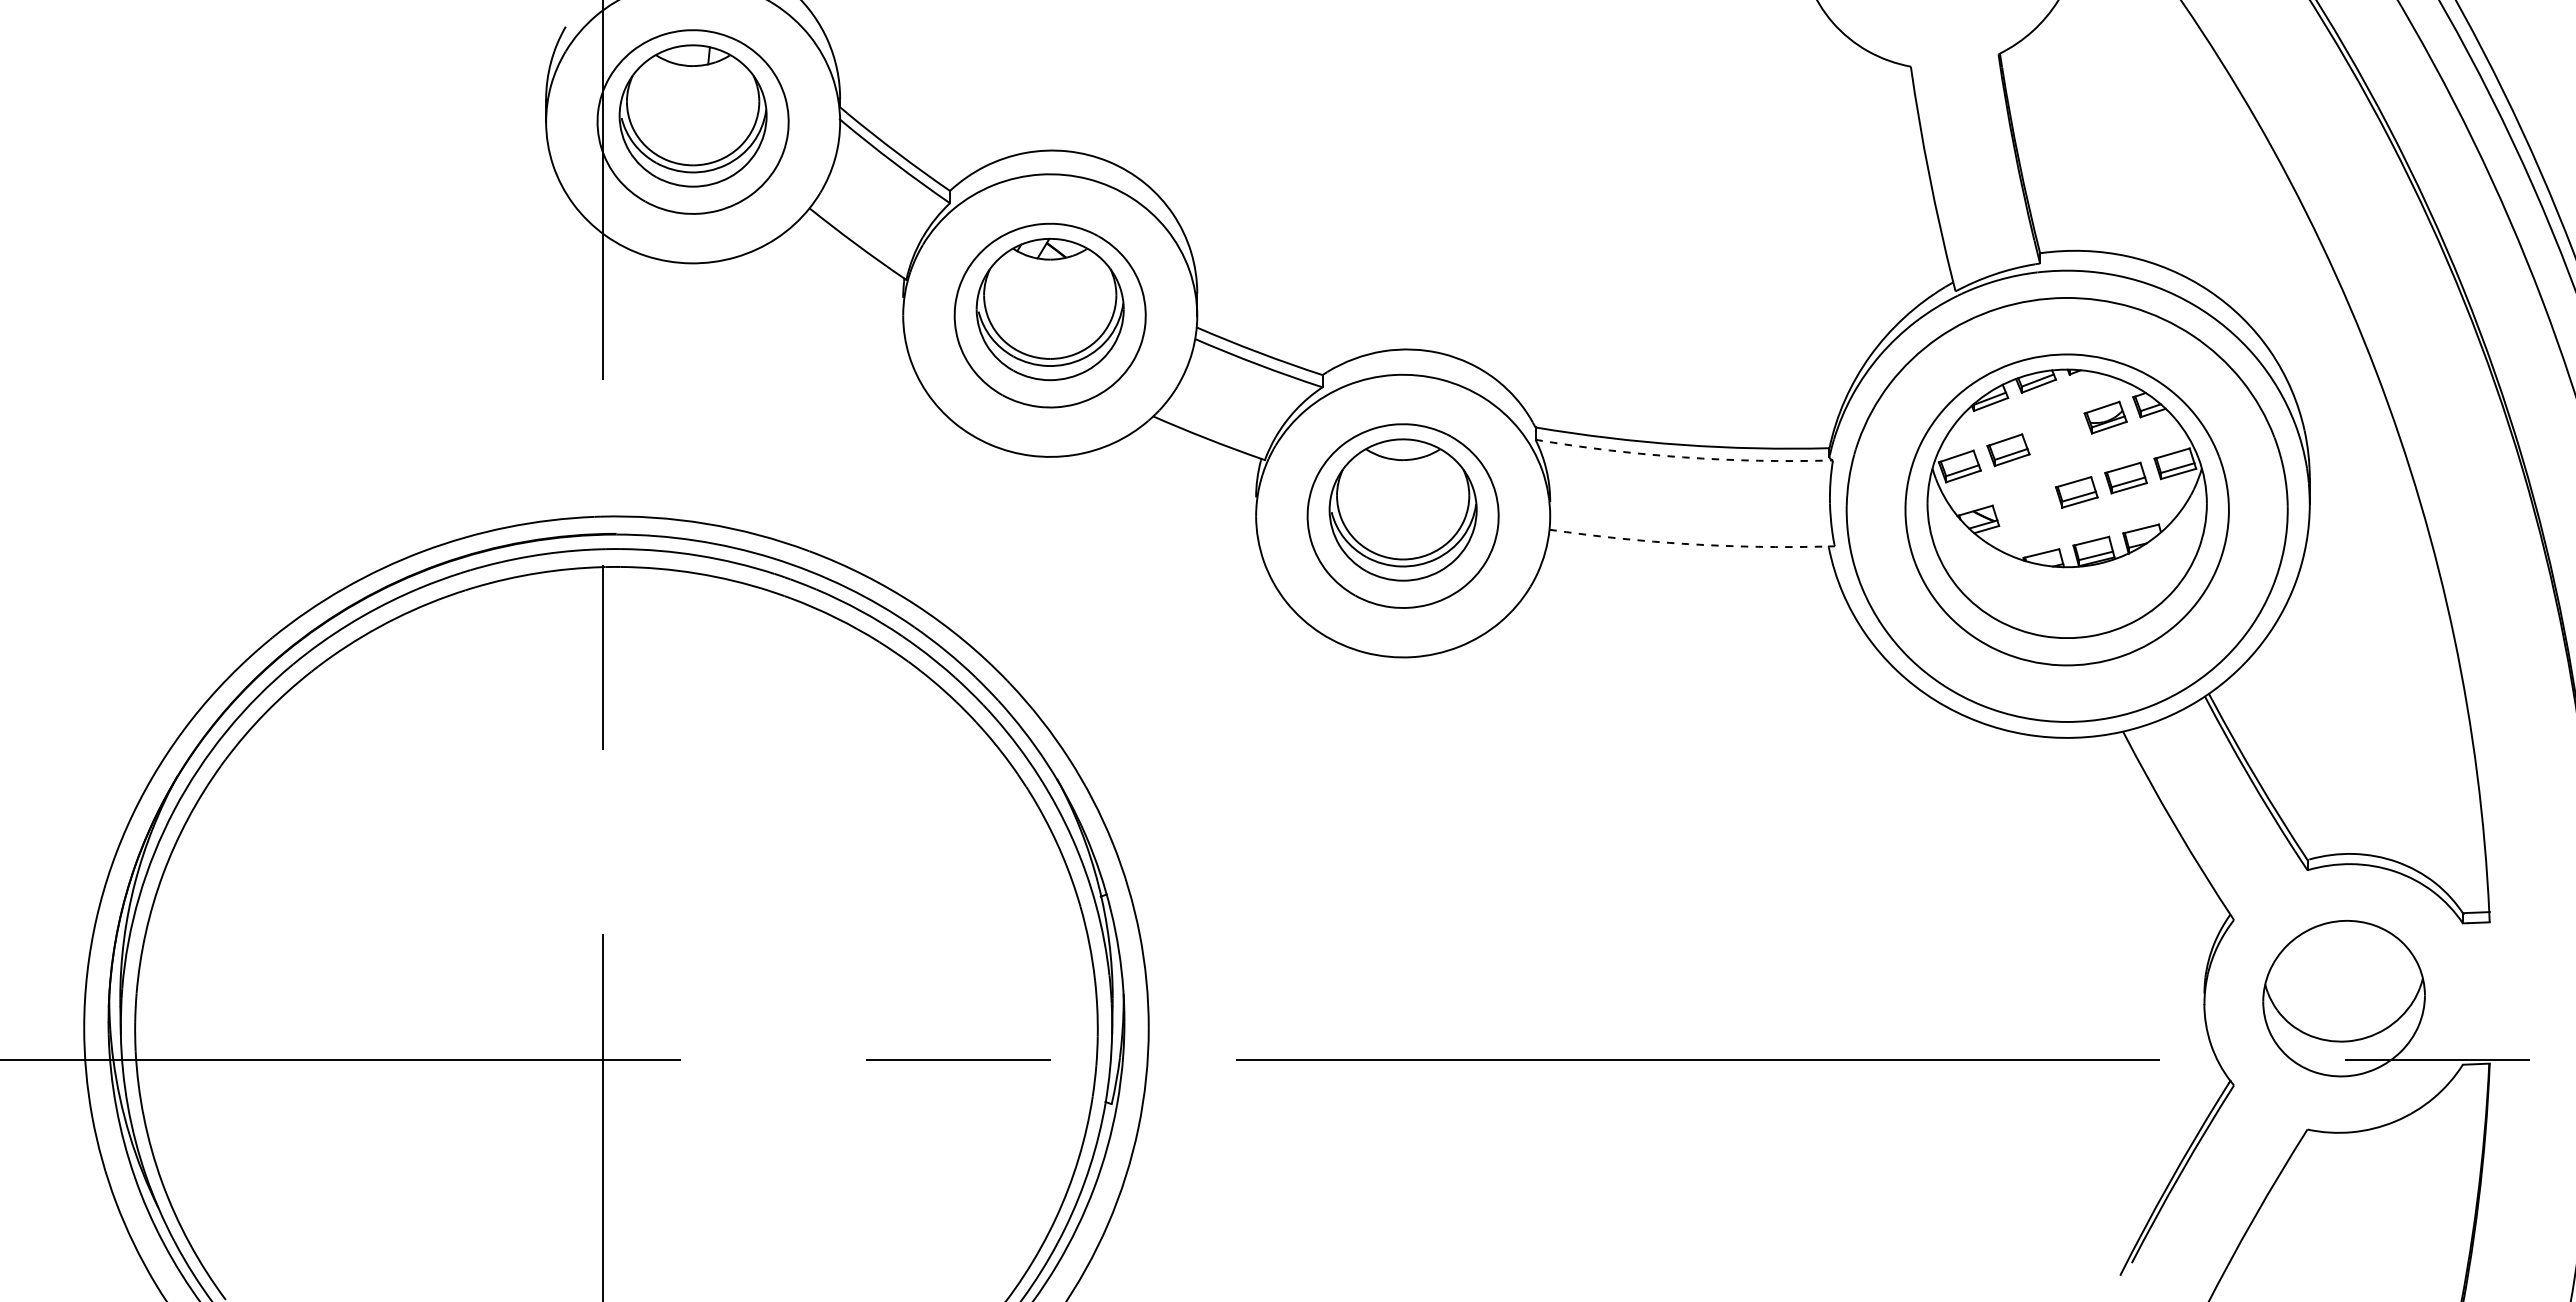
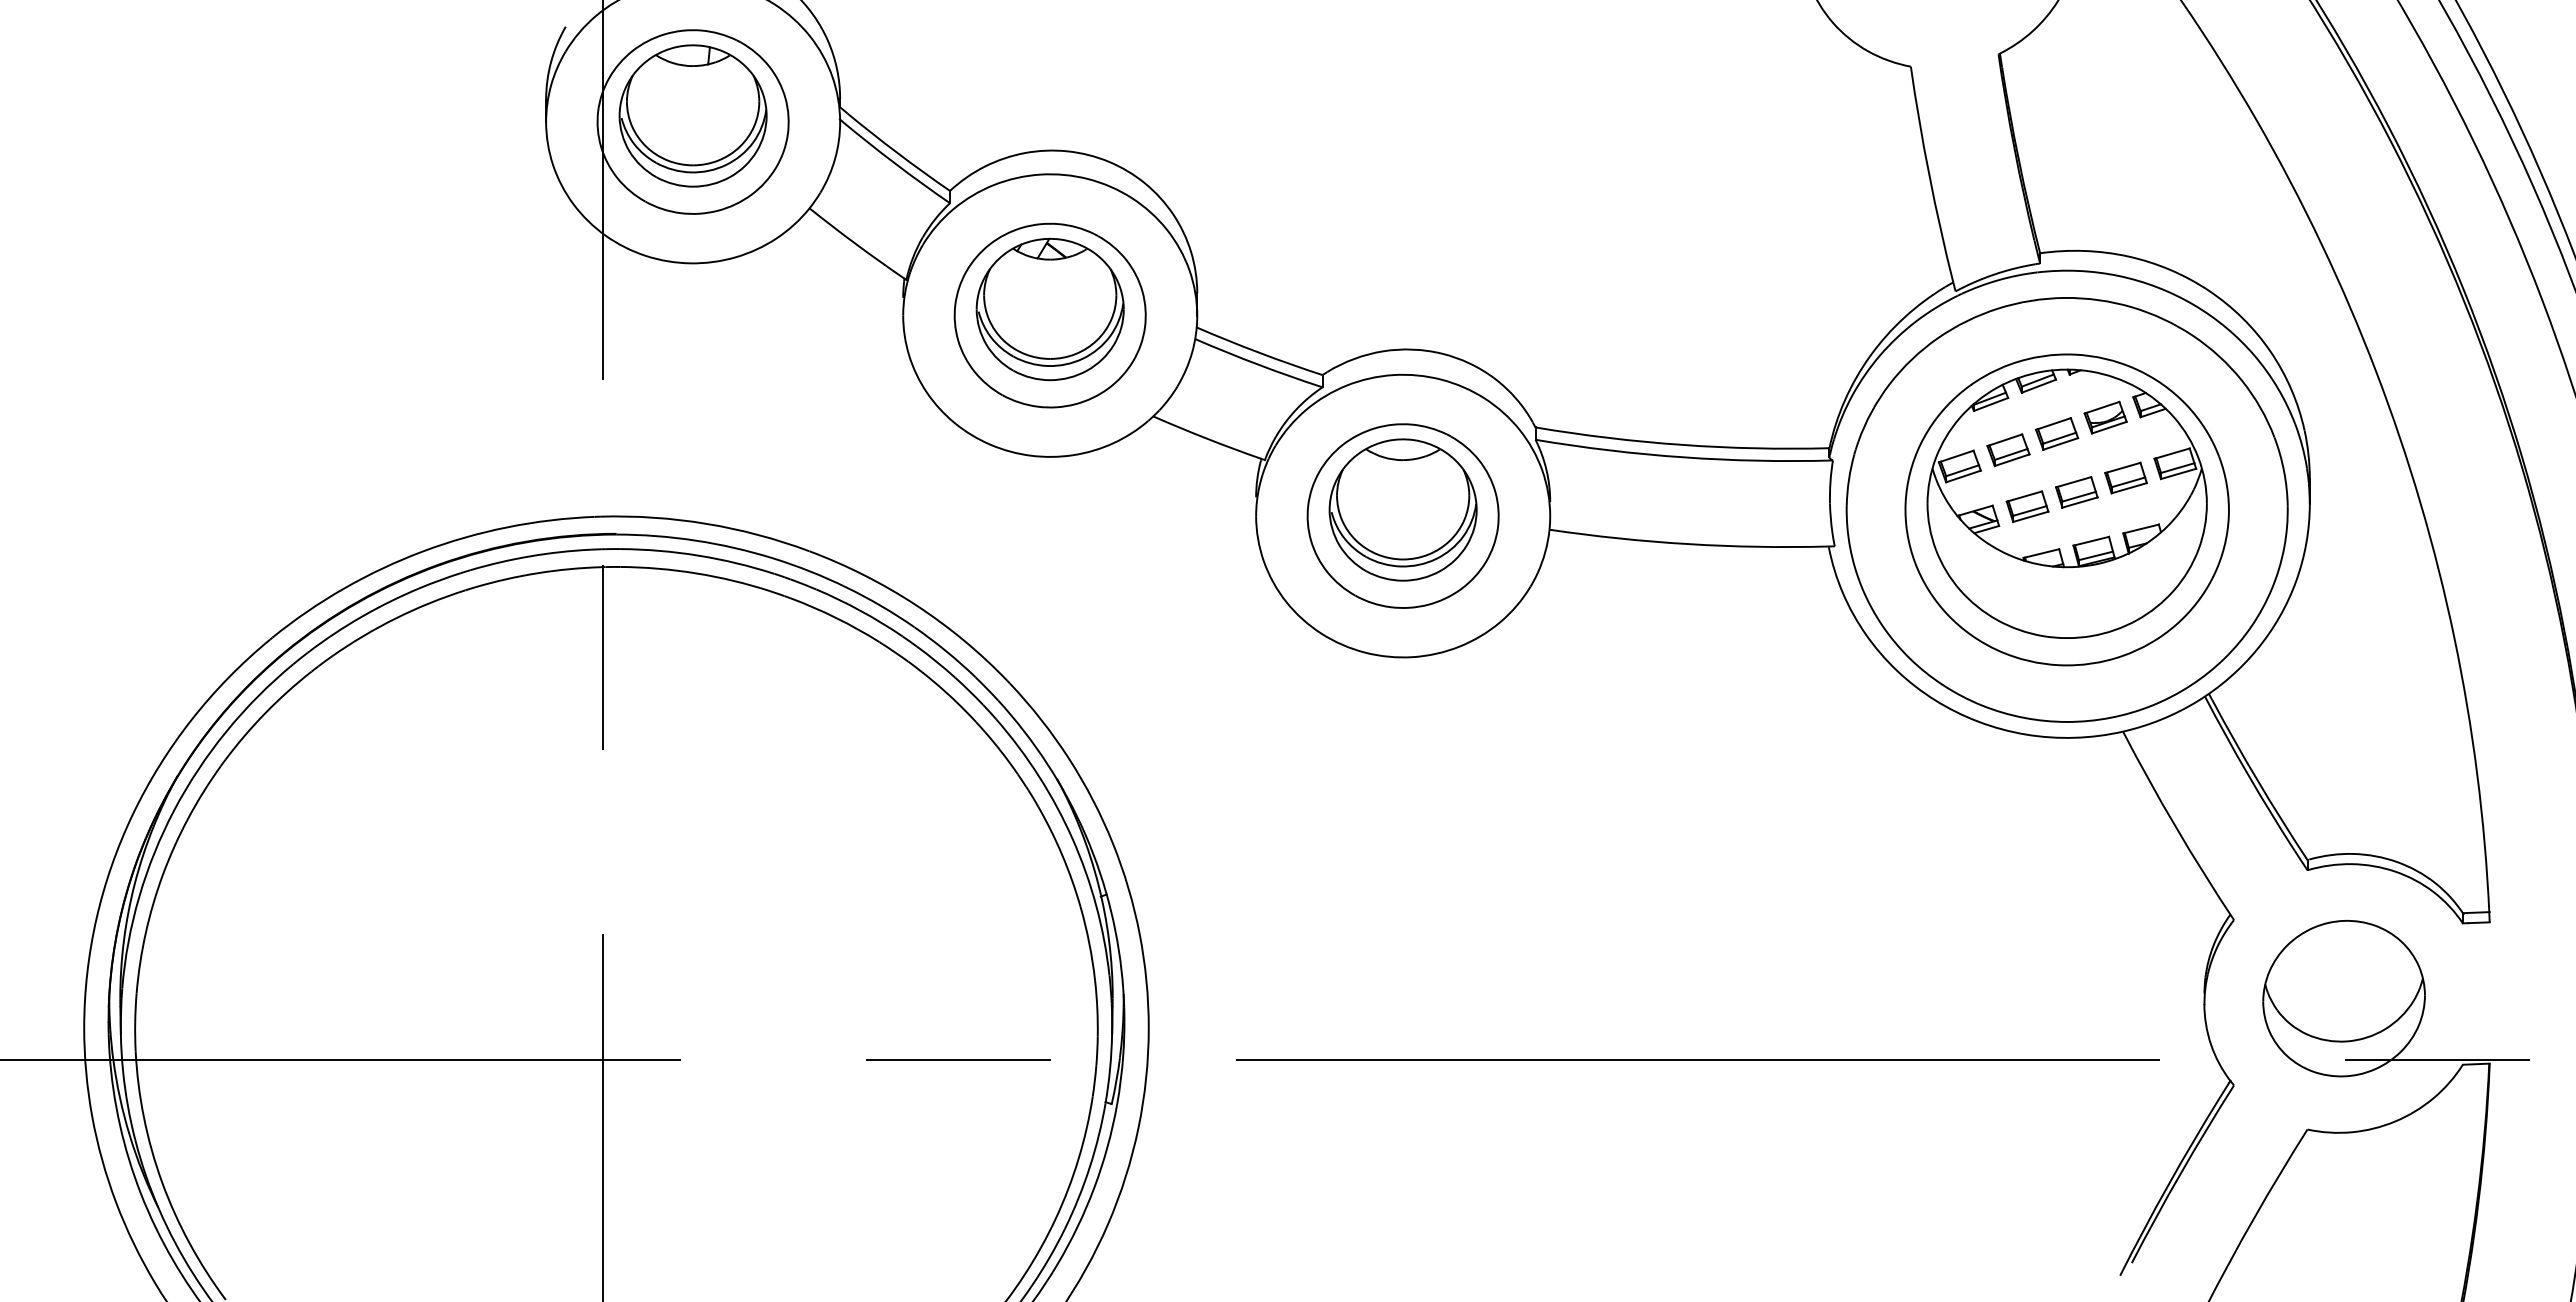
part at (2057, 433): none -> present
arc at (1683, 457): dashed -> solid
part at (2027, 506): none -> present
arc at (1688, 544): dashed -> solid
